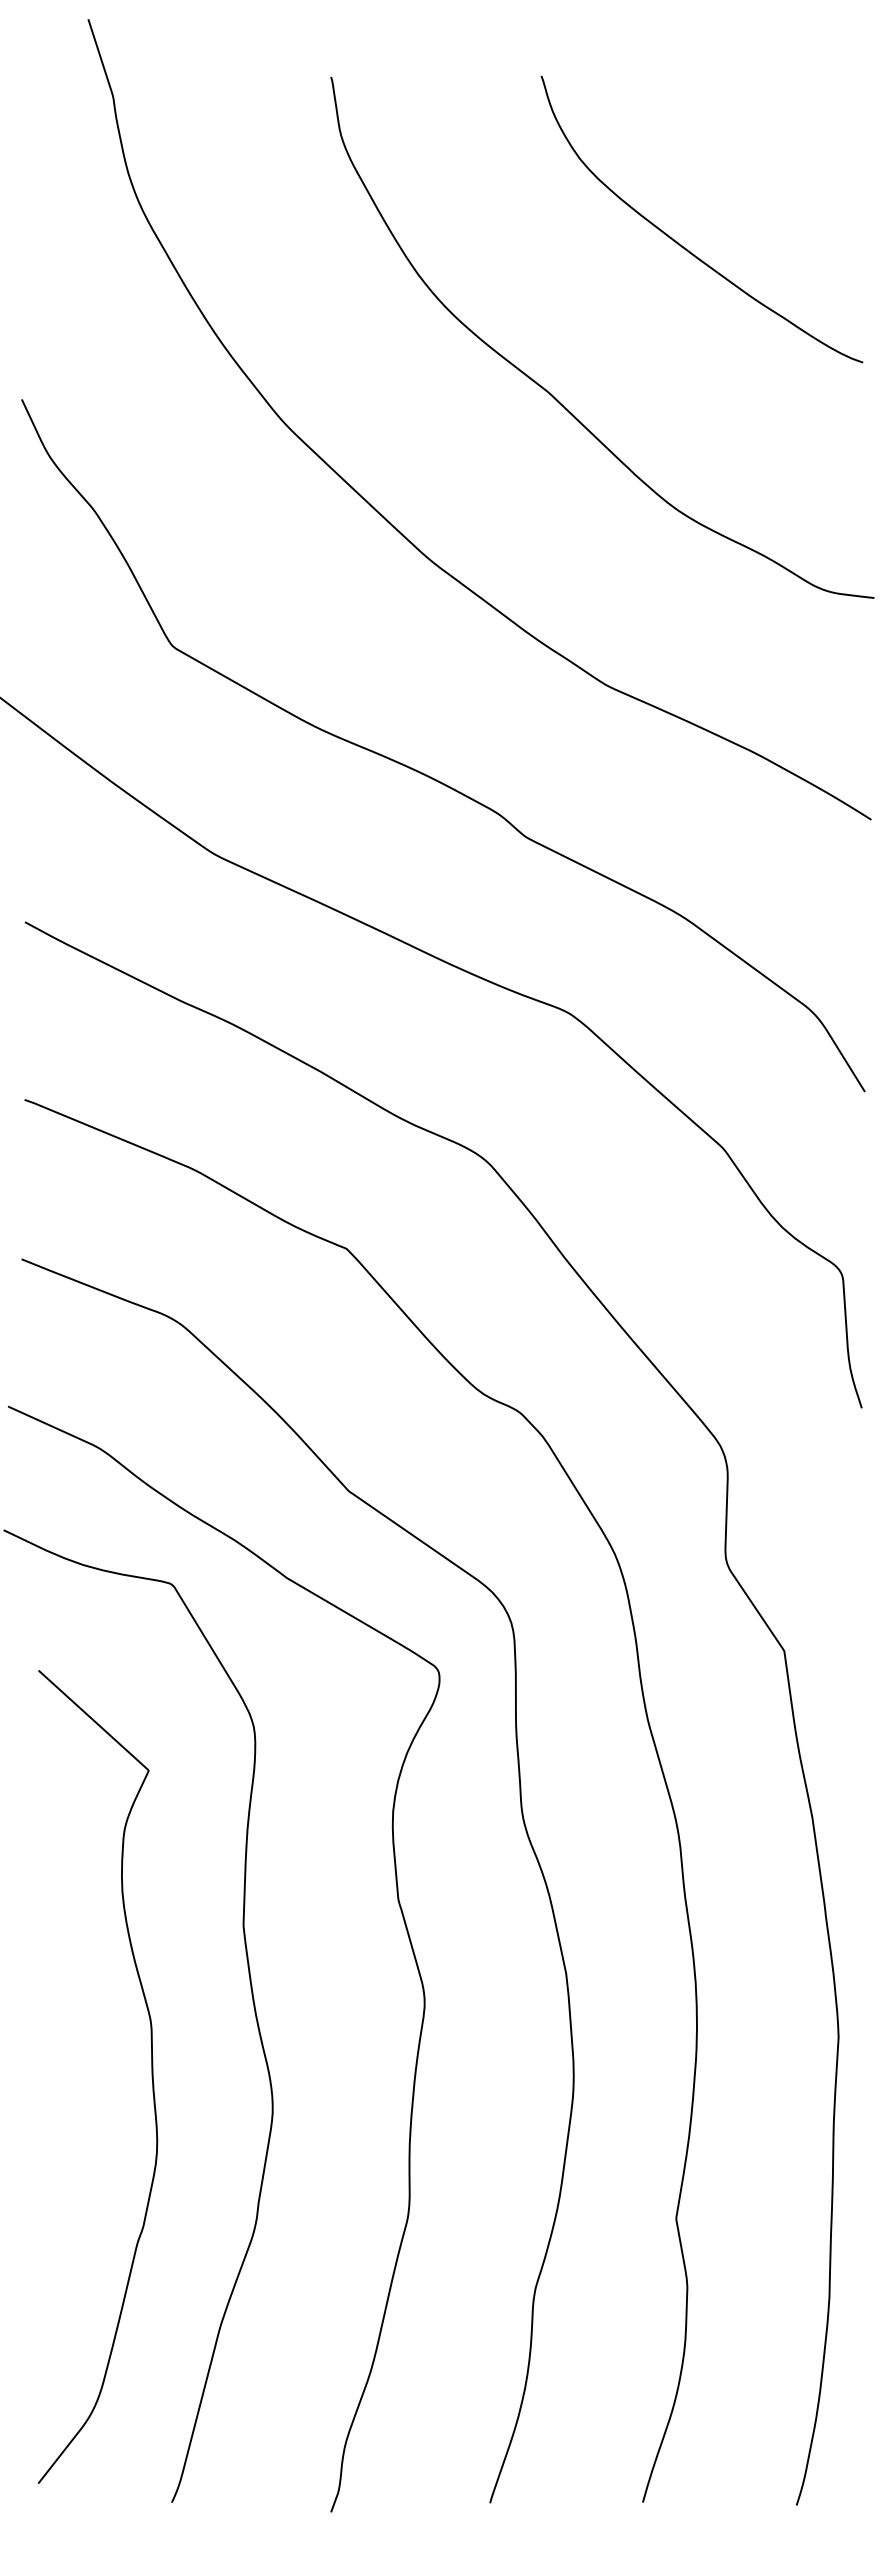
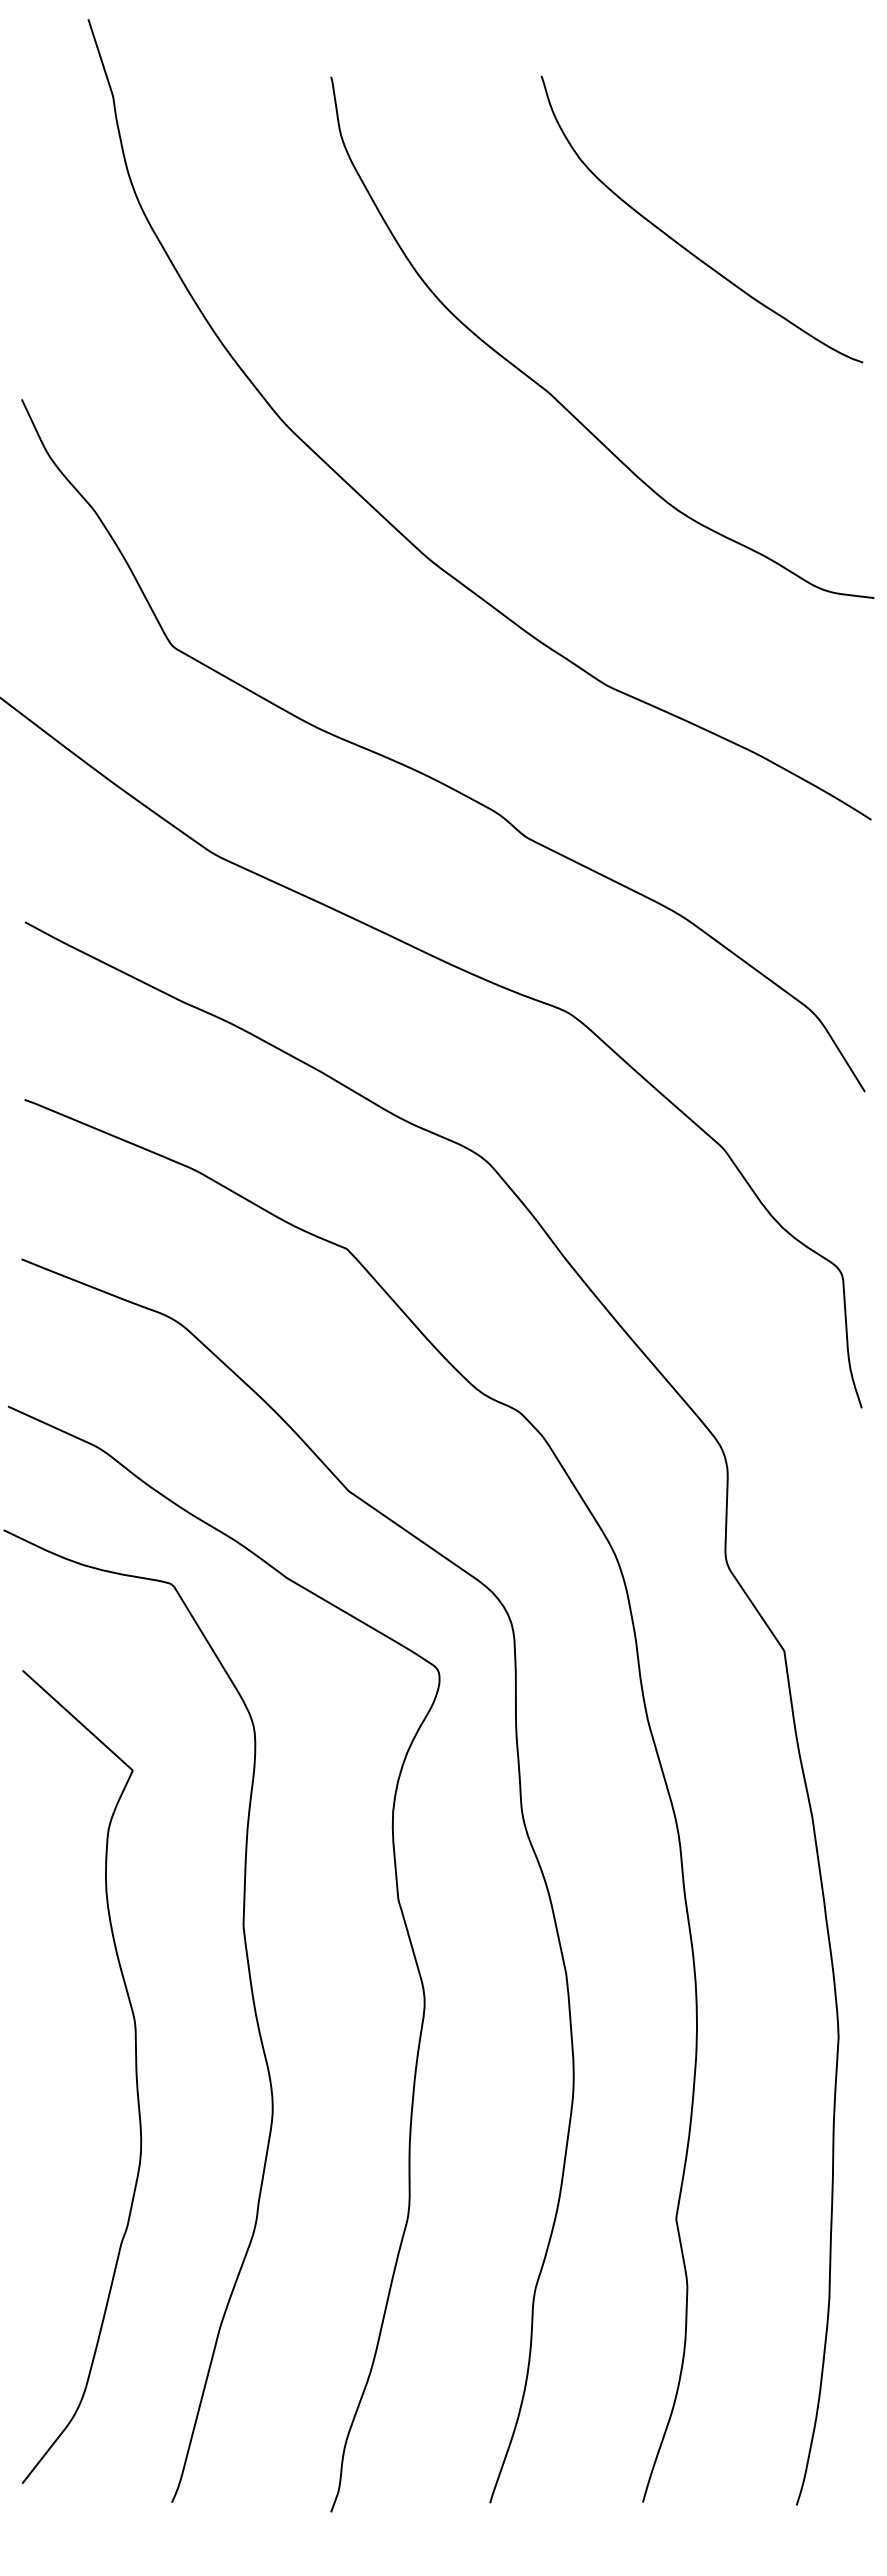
curve at (151, 2076) position: (151, 2076) -> (135, 2076)
